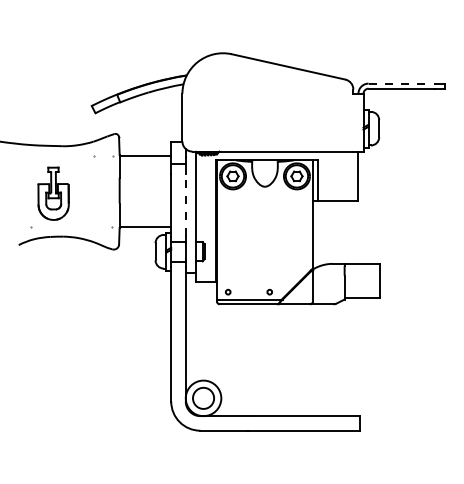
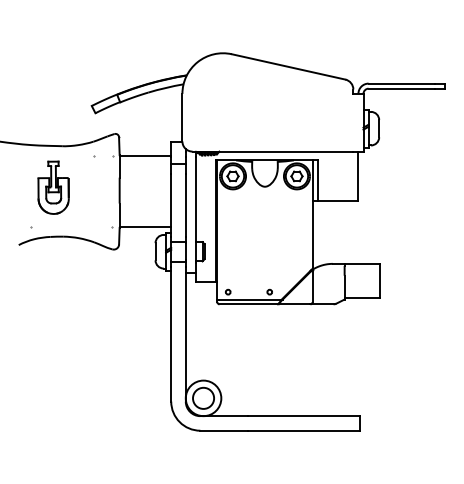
line at (402, 83): dashed -> solid
part at (53, 193) position: (53, 193) -> (53, 187)
line at (185, 204): dashed -> solid
